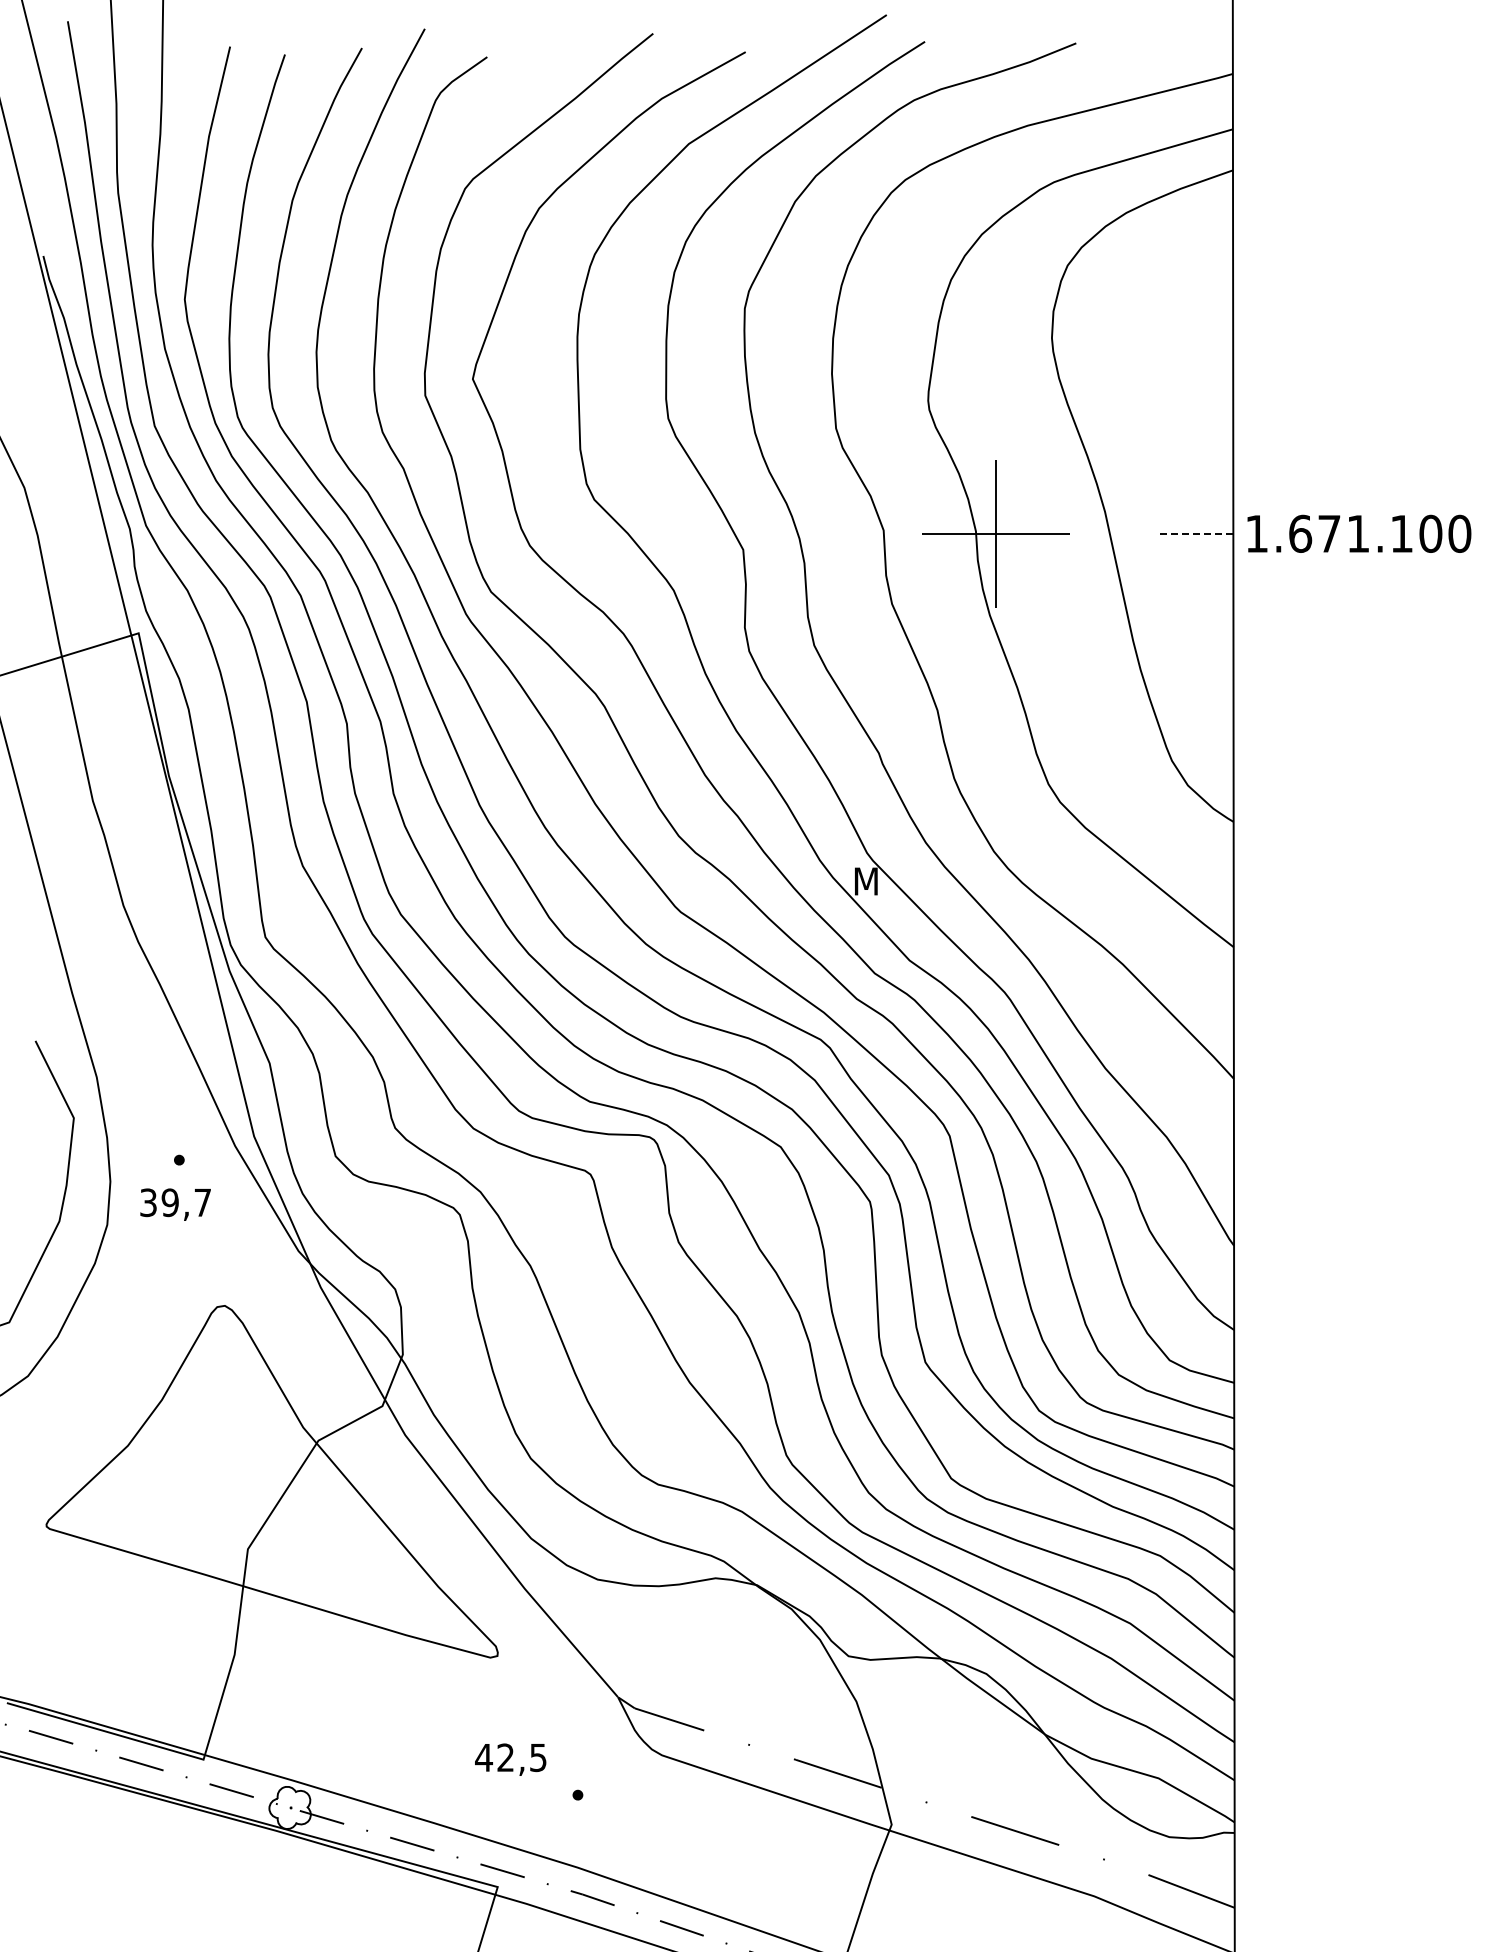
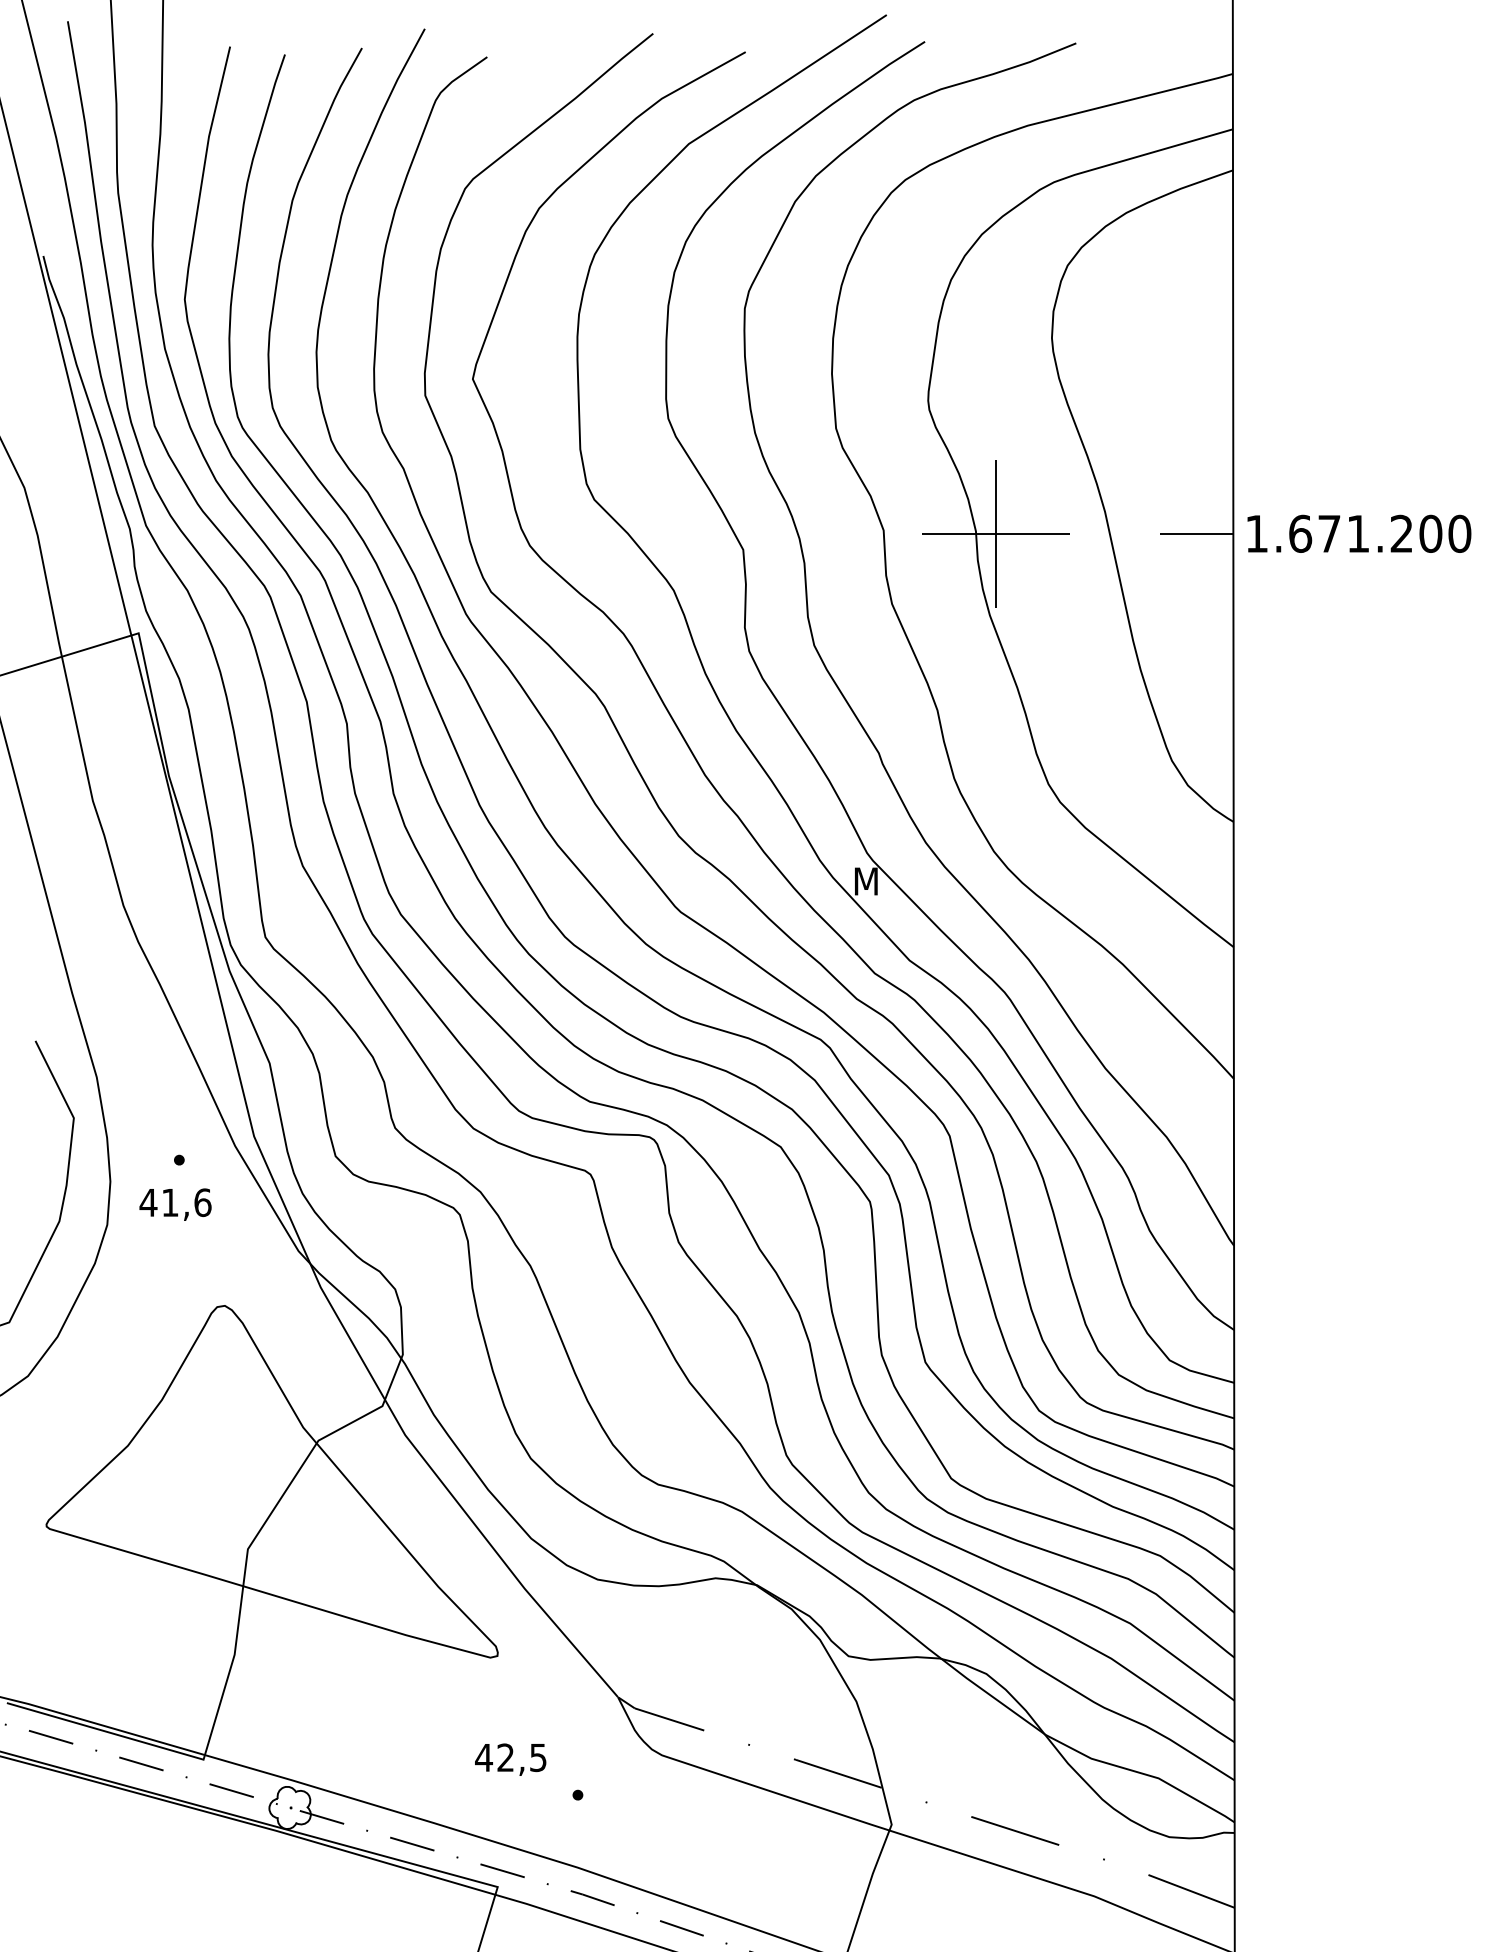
line at (1196, 533): dashed -> solid
text at (1401, 533): 1.671.100 -> 1.671.200
text at (175, 1202): 39,7 -> 41,6
